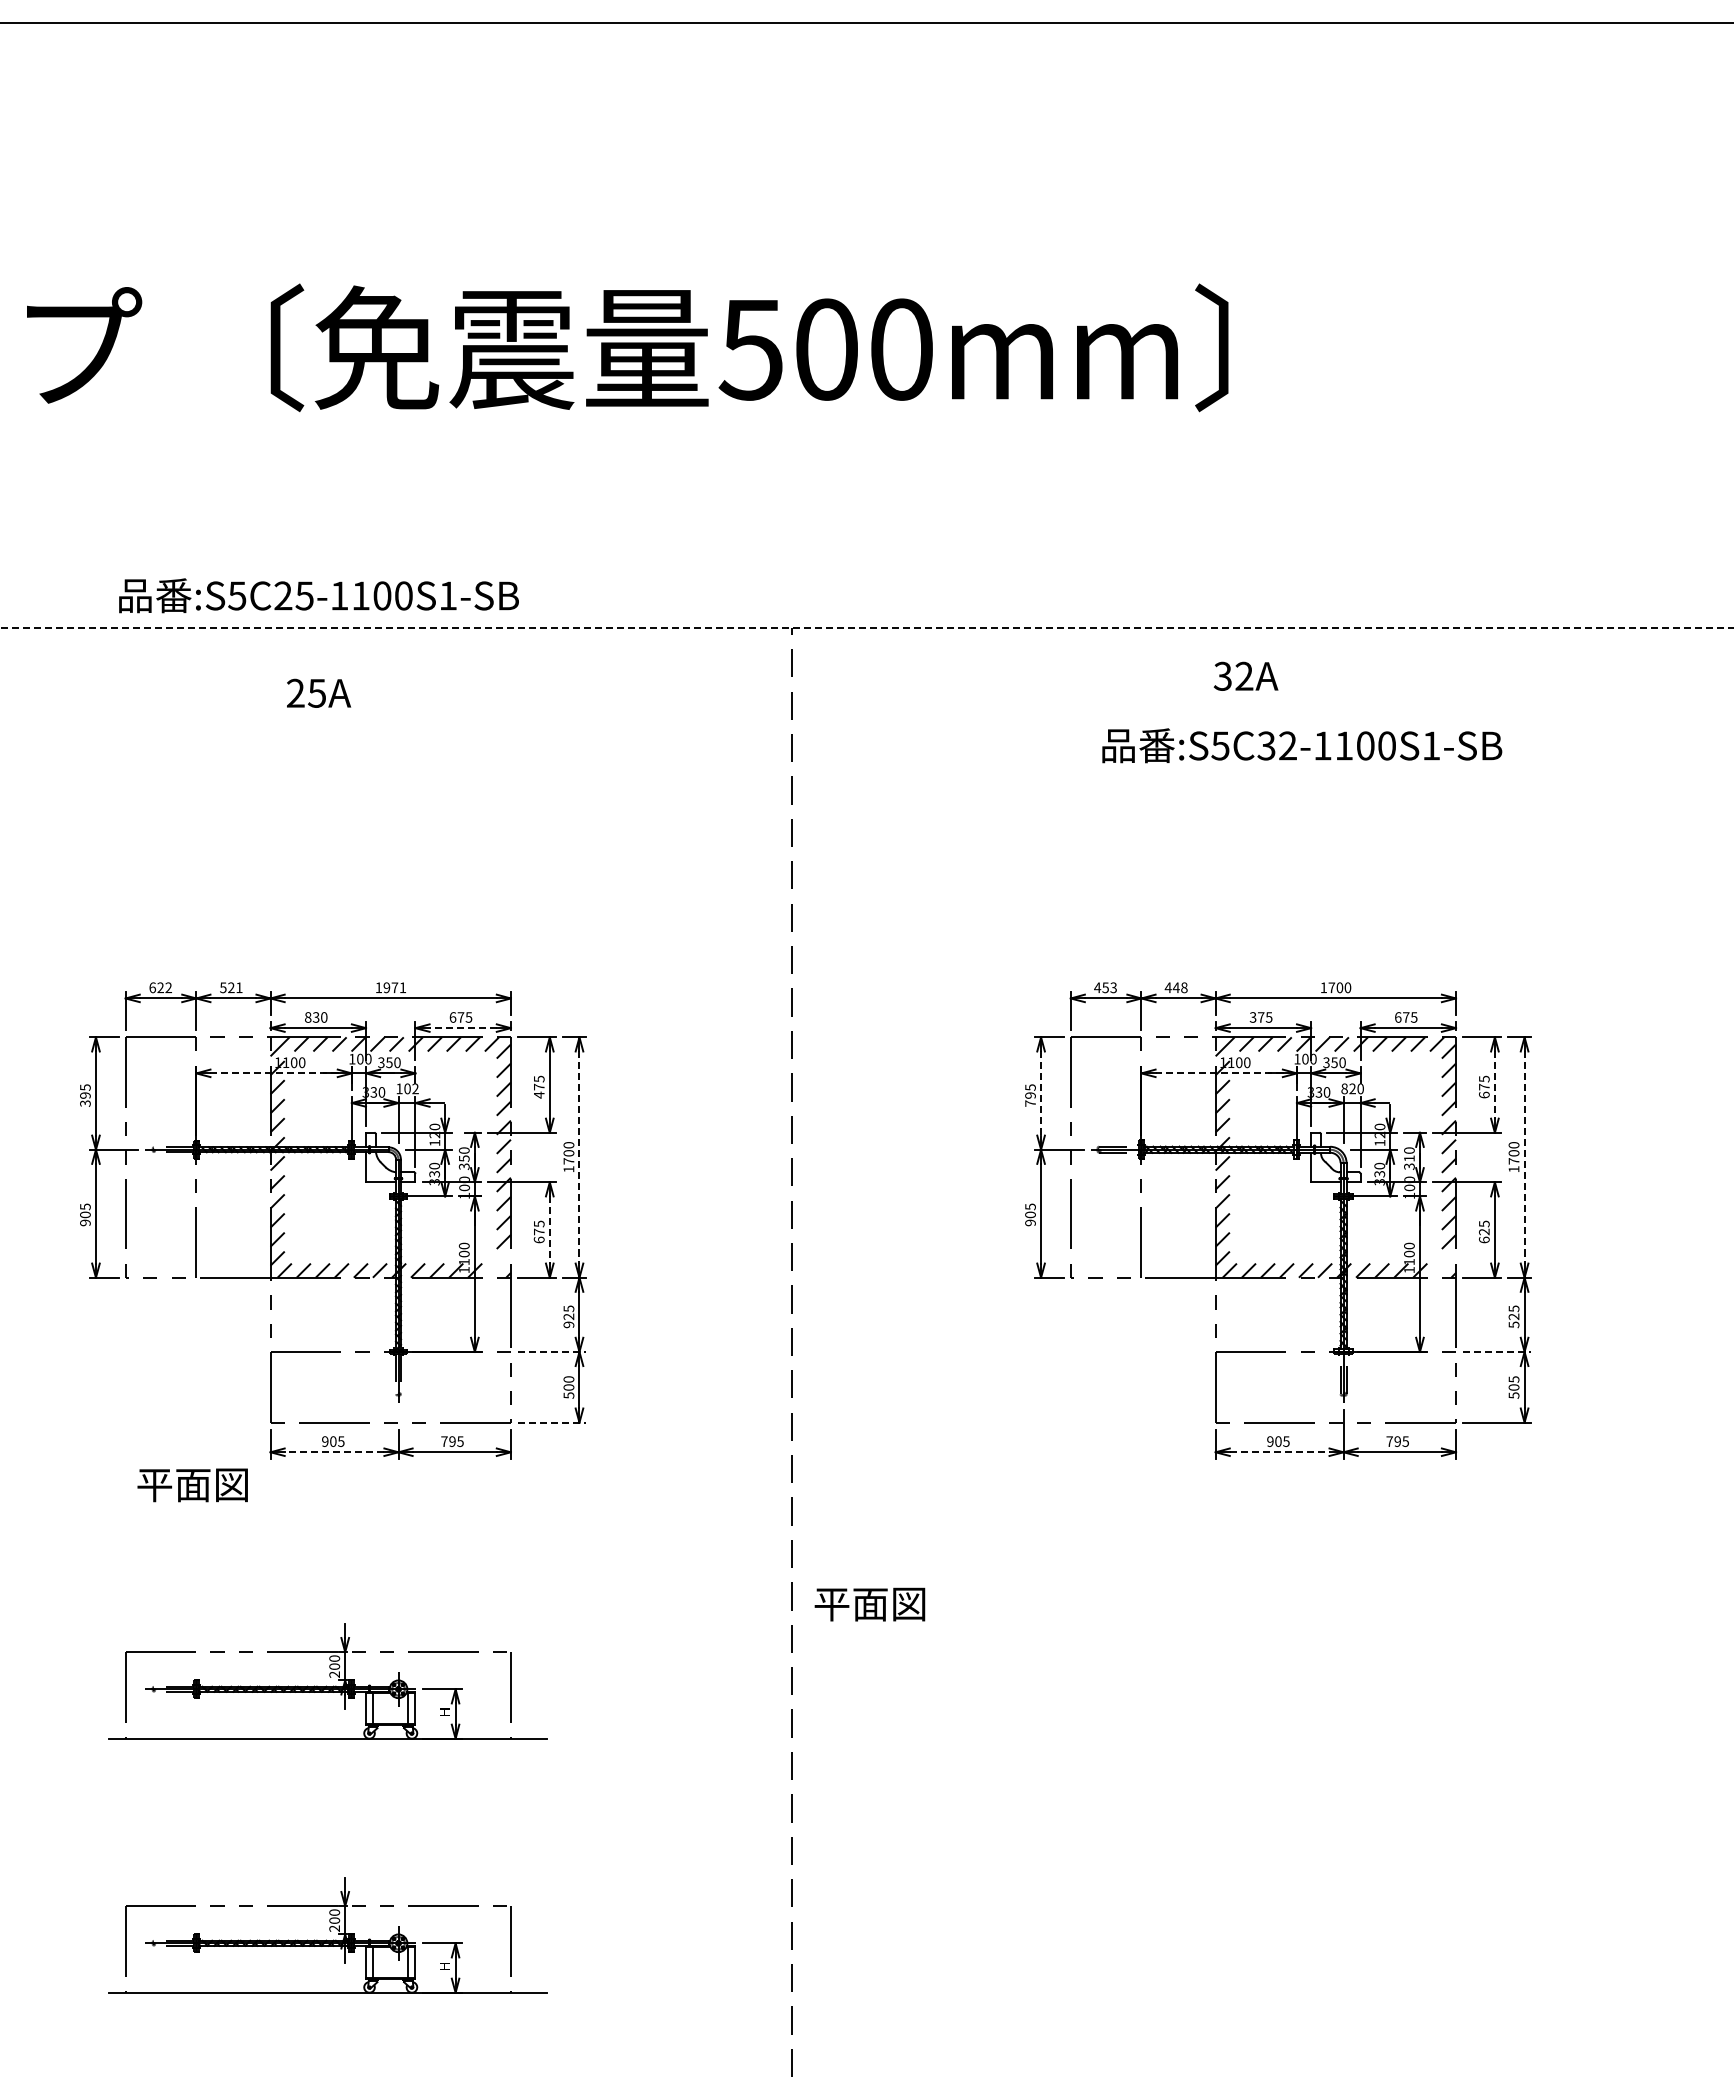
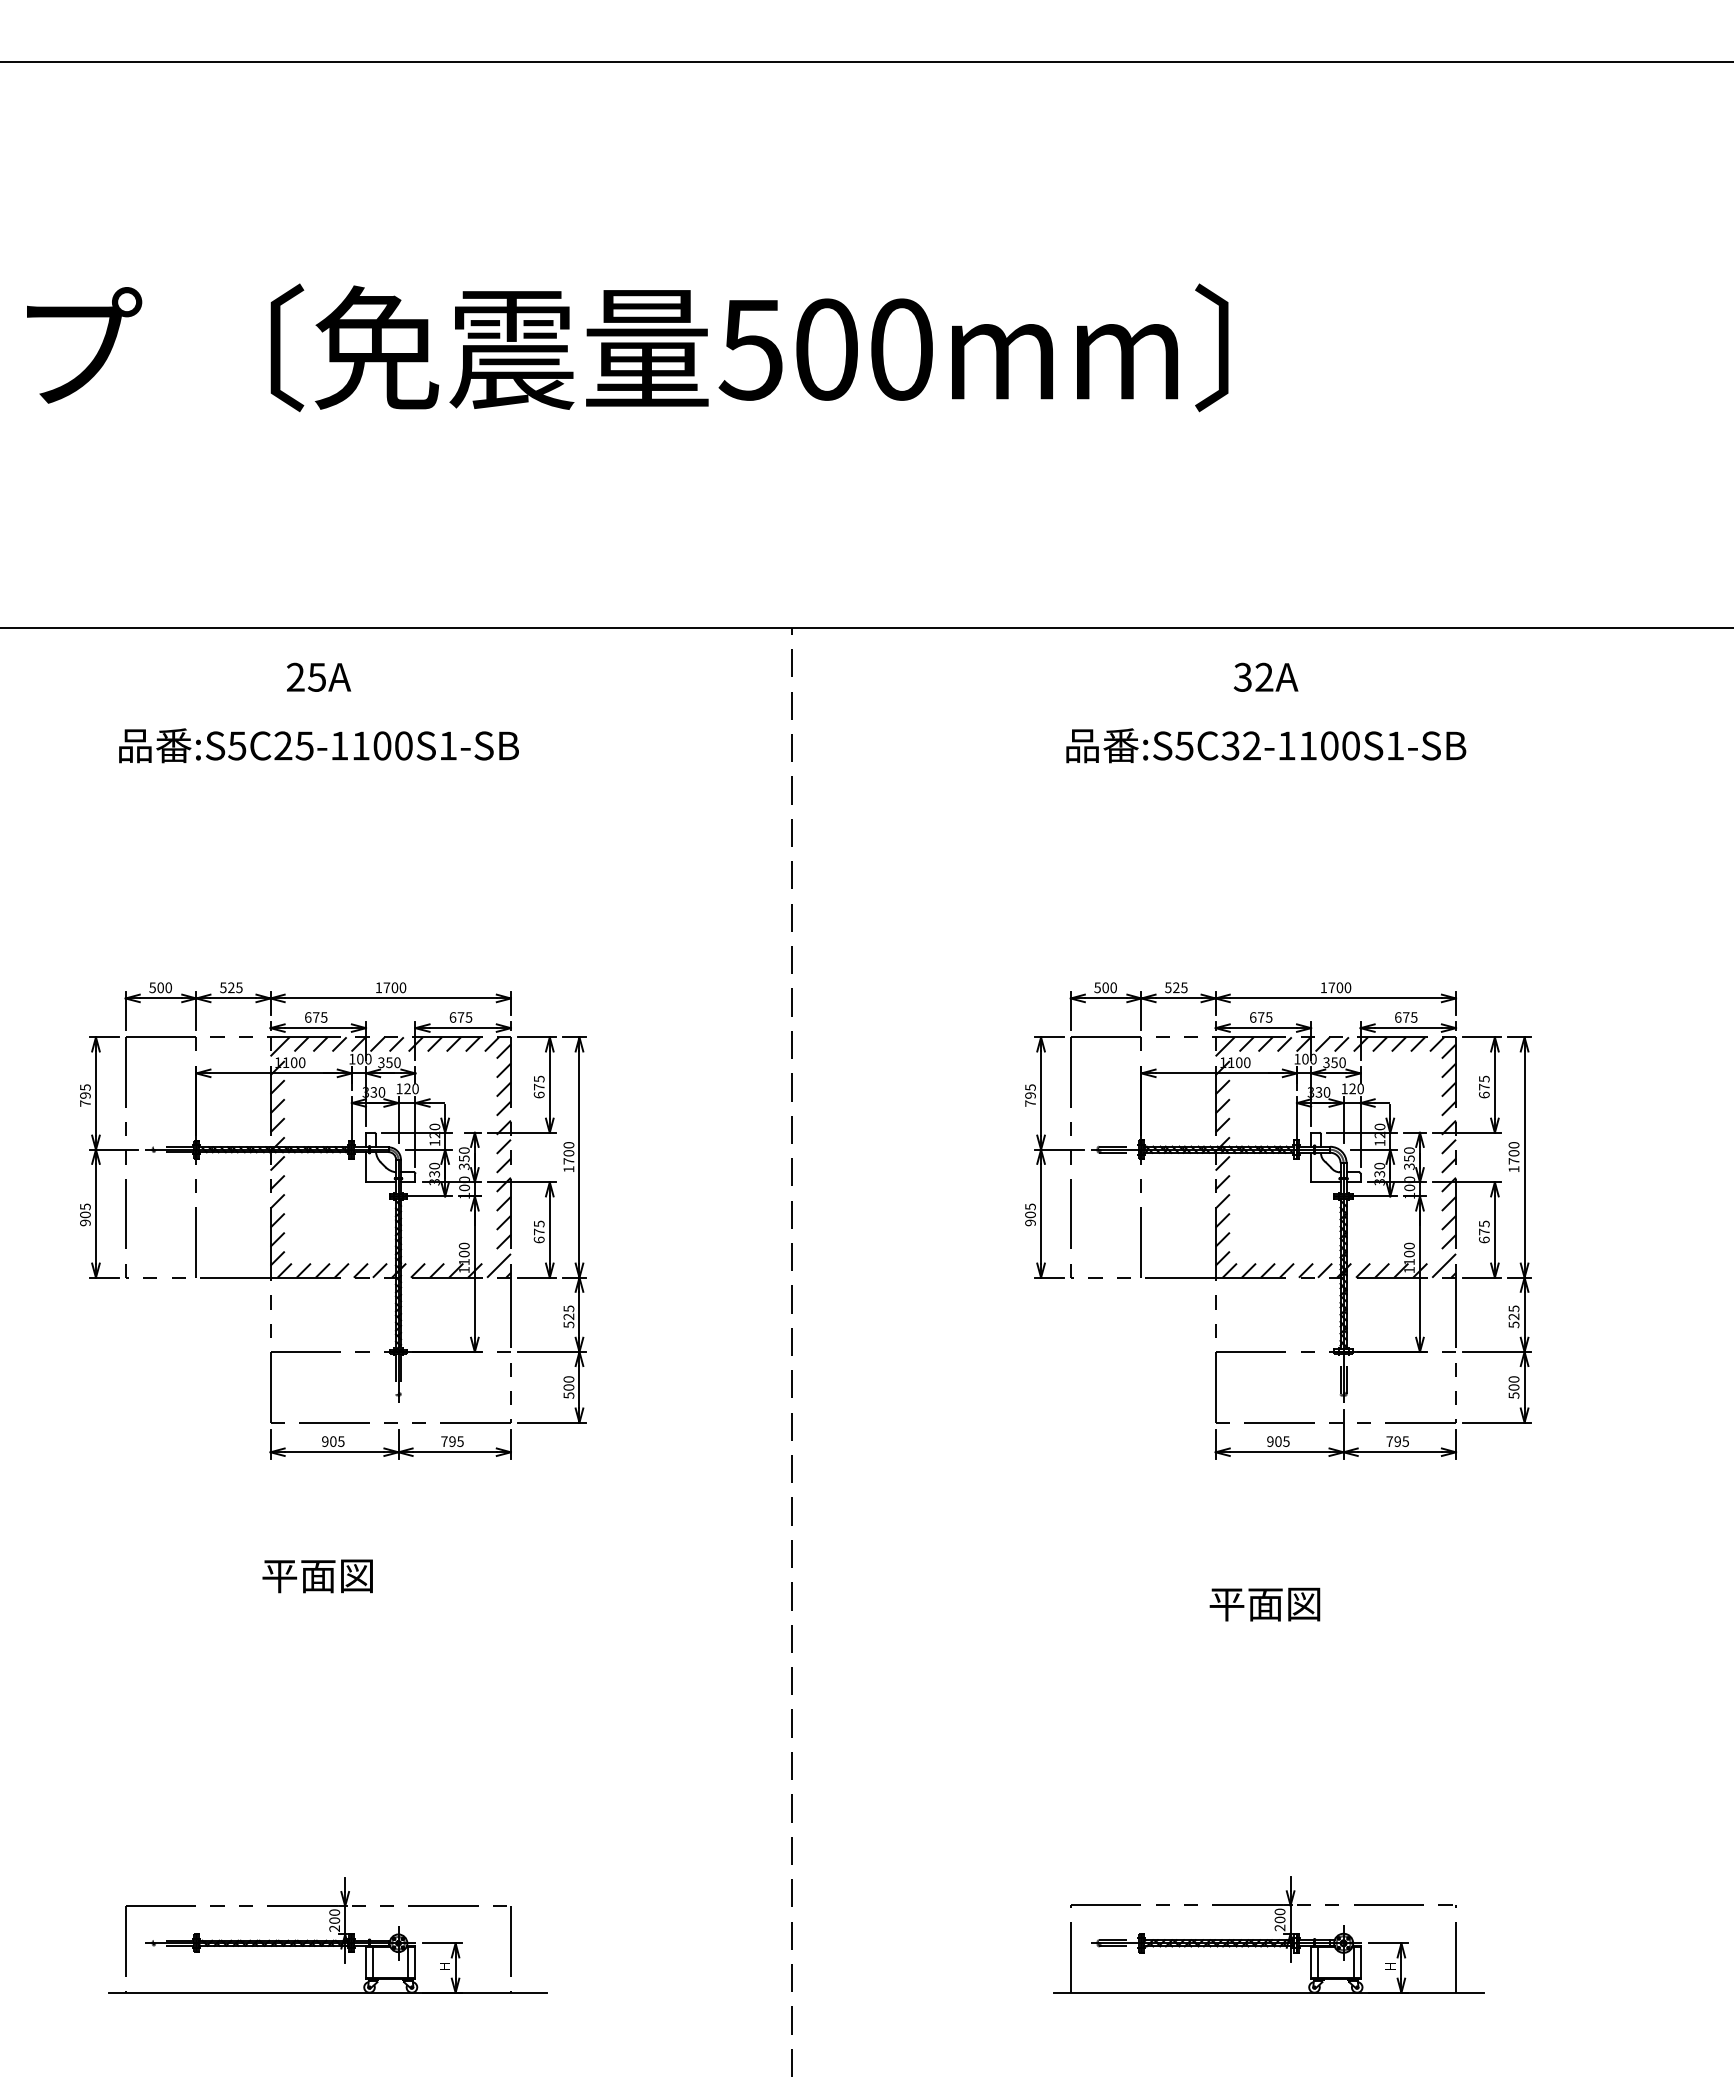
line at (866, 23) position: (866, 23) -> (866, 62)
text at (318, 595) position: (318, 595) -> (318, 745)
line at (866, 627): dashed -> solid
text at (1245, 675) position: (1245, 675) -> (1265, 676)
text at (319, 692) position: (319, 692) -> (319, 676)
text at (1302, 745) position: (1302, 745) -> (1266, 745)
text at (160, 987): 622 -> 500
text at (239, 987): 521 -> 525
text at (394, 987): 1971 -> 1700
text at (1105, 987): 453 -> 500
text at (1175, 987): 448 -> 525
text at (316, 1017): 830 -> 675
text at (1252, 1017): 375 -> 675
line at (463, 1028): dashed -> solid
line at (274, 1073): dashed -> solid
line at (1219, 1073): dashed -> solid
line at (1494, 1085): dashed -> solid
text at (411, 1088): 102 -> 120
text at (1344, 1088): 820 -> 120
line at (1041, 1094): dashed -> solid
text at (538, 1095): 475 -> 675
text at (85, 1103): 395 -> 795
line at (579, 1158): dashed -> solid
text at (1409, 1158): 310 -> 350
line at (1524, 1158): dashed -> solid
line at (549, 1229): dashed -> solid
text at (1484, 1231): 625 -> 675
line at (498, 1265): none -> present
line at (1444, 1265): none -> present
text at (568, 1324): 925 -> 525
line at (551, 1351): dashed -> solid
line at (1497, 1351): dashed -> solid
text at (1513, 1379): 505 -> 500
line at (551, 1422): dashed -> solid
line at (334, 1452): dashed -> solid
line at (1279, 1452): dashed -> solid
text at (192, 1485) position: (192, 1485) -> (317, 1576)
text at (869, 1604) position: (869, 1604) -> (1264, 1604)
part at (327, 1681): present -> none
part at (1268, 1934): none -> present
